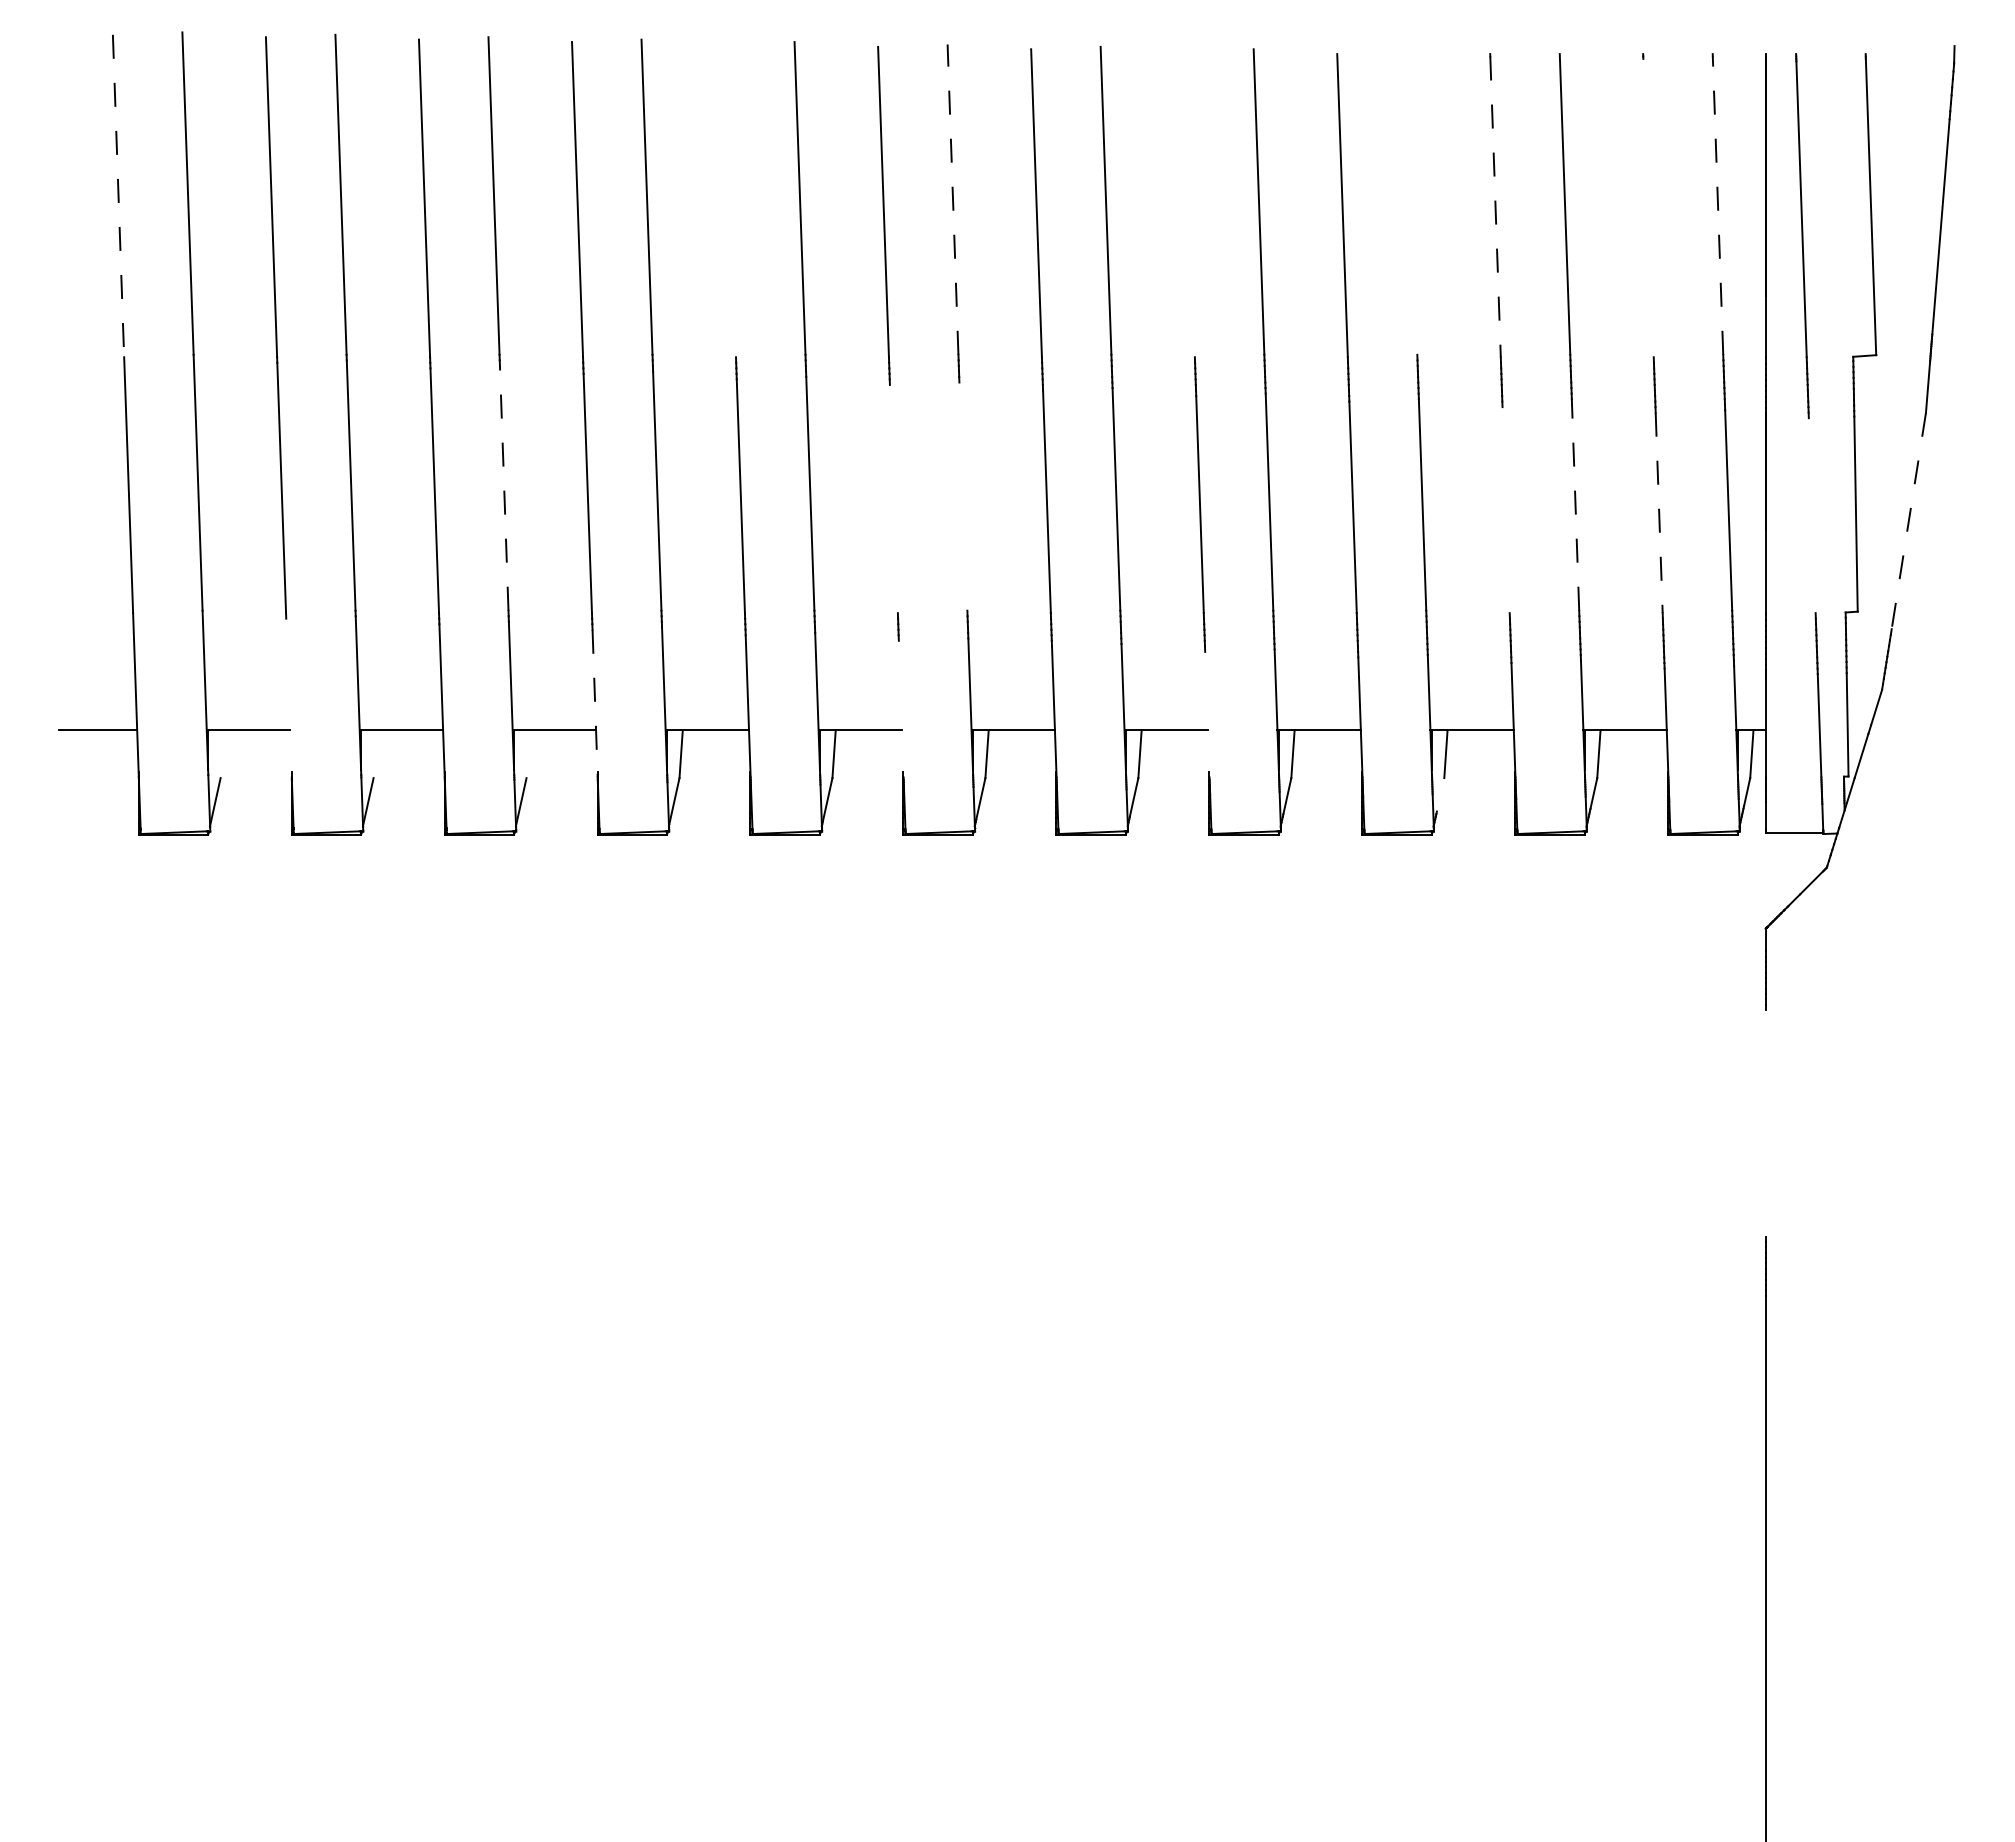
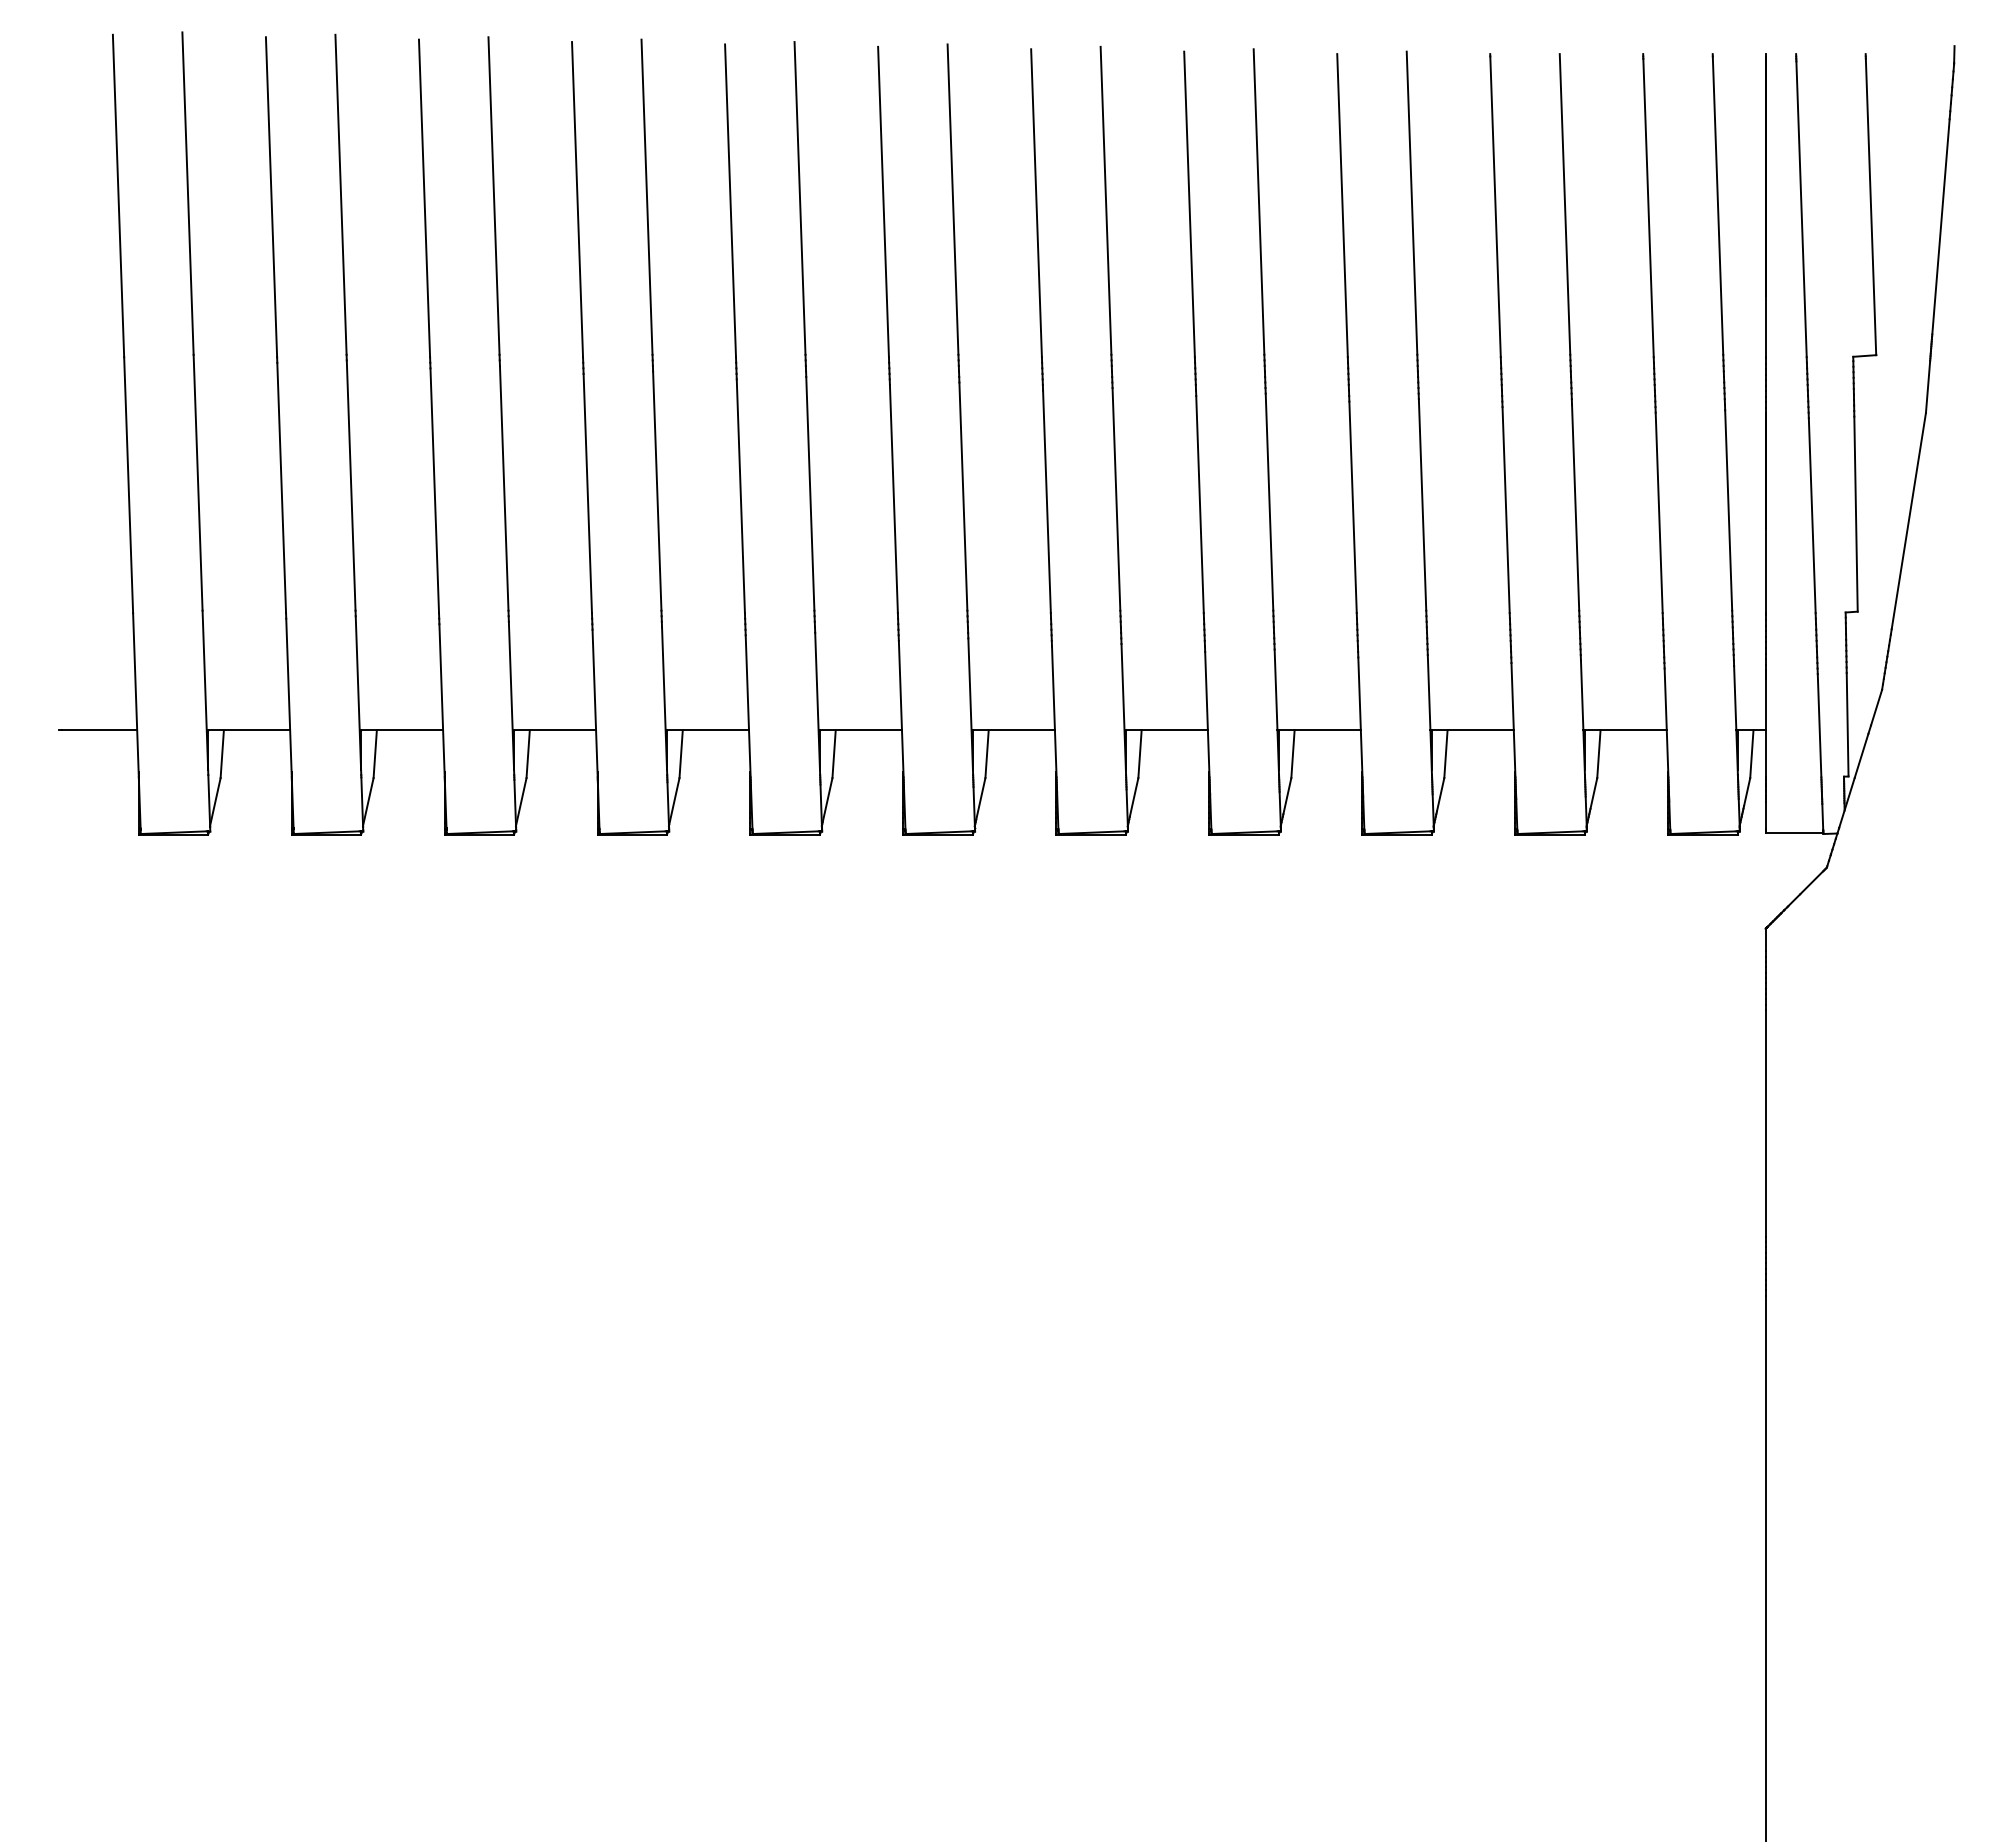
line at (118, 196): dashed -> solid
line at (953, 199): dashed -> solid
line at (730, 200): none -> present
line at (1411, 202): none -> present
line at (1189, 204): none -> present
line at (1718, 205): dashed -> solid
line at (1495, 207): dashed -> solid
line at (1648, 207): none -> present
line at (504, 487): dashed -> solid
line at (963, 496): none -> present
line at (893, 498): none -> present
line at (1575, 507): dashed -> solid
line at (1505, 510): none -> present
line at (1659, 513): dashed -> solid
line at (1811, 515): none -> present
line at (1908, 521): dashed -> solid
line at (288, 697): none -> present
line at (595, 703): dashed -> solid
line at (900, 708): none -> present
line at (1207, 714): none -> present
line at (221, 754): none -> present
line at (374, 754): none -> present
line at (527, 754): none -> present
line at (1440, 794): none -> present
line at (1765, 1123): none -> present
